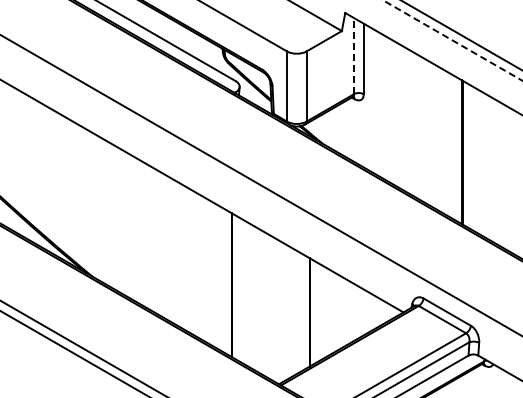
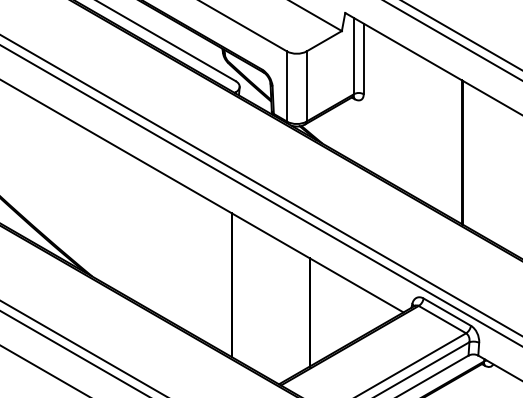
line at (452, 40): dashed -> solid
line at (353, 55): dashed -> solid
line at (260, 195): none -> present
line at (43, 370): none -> present
